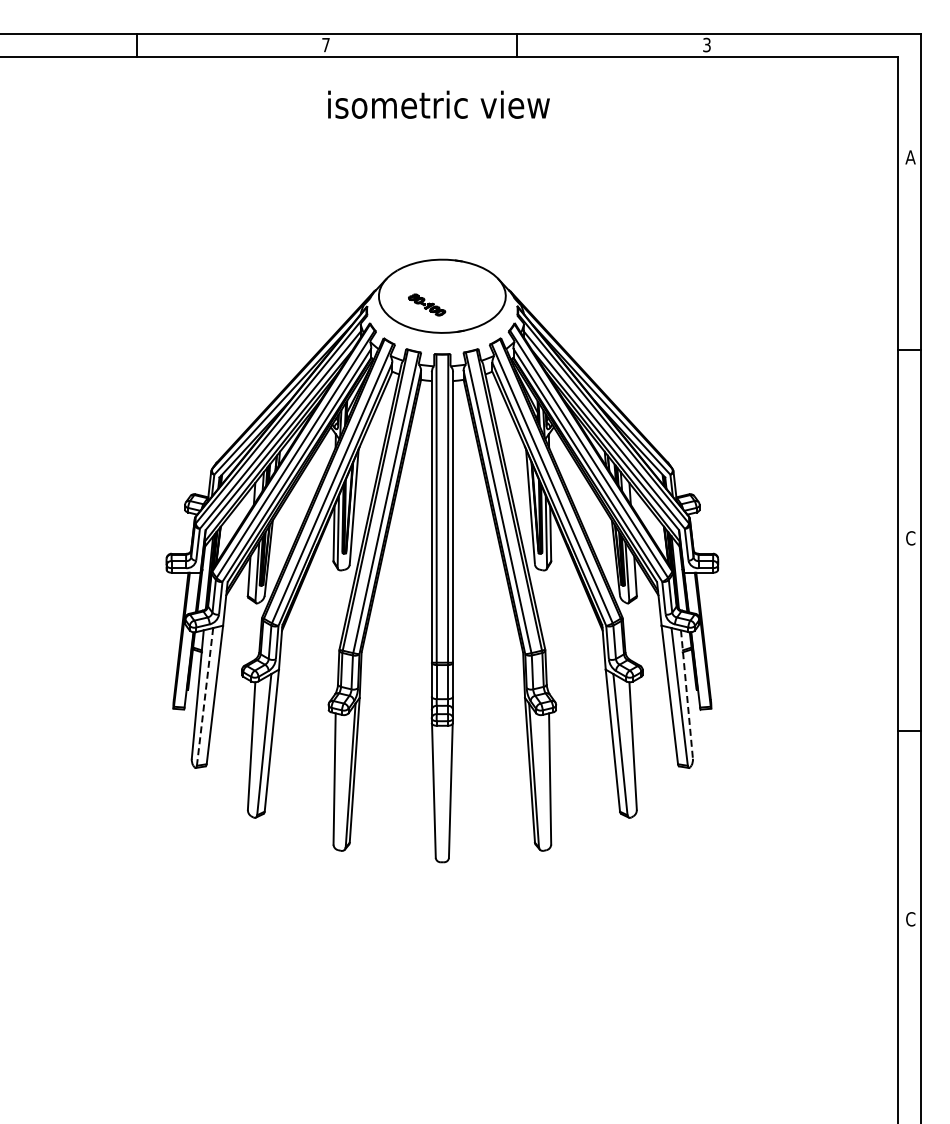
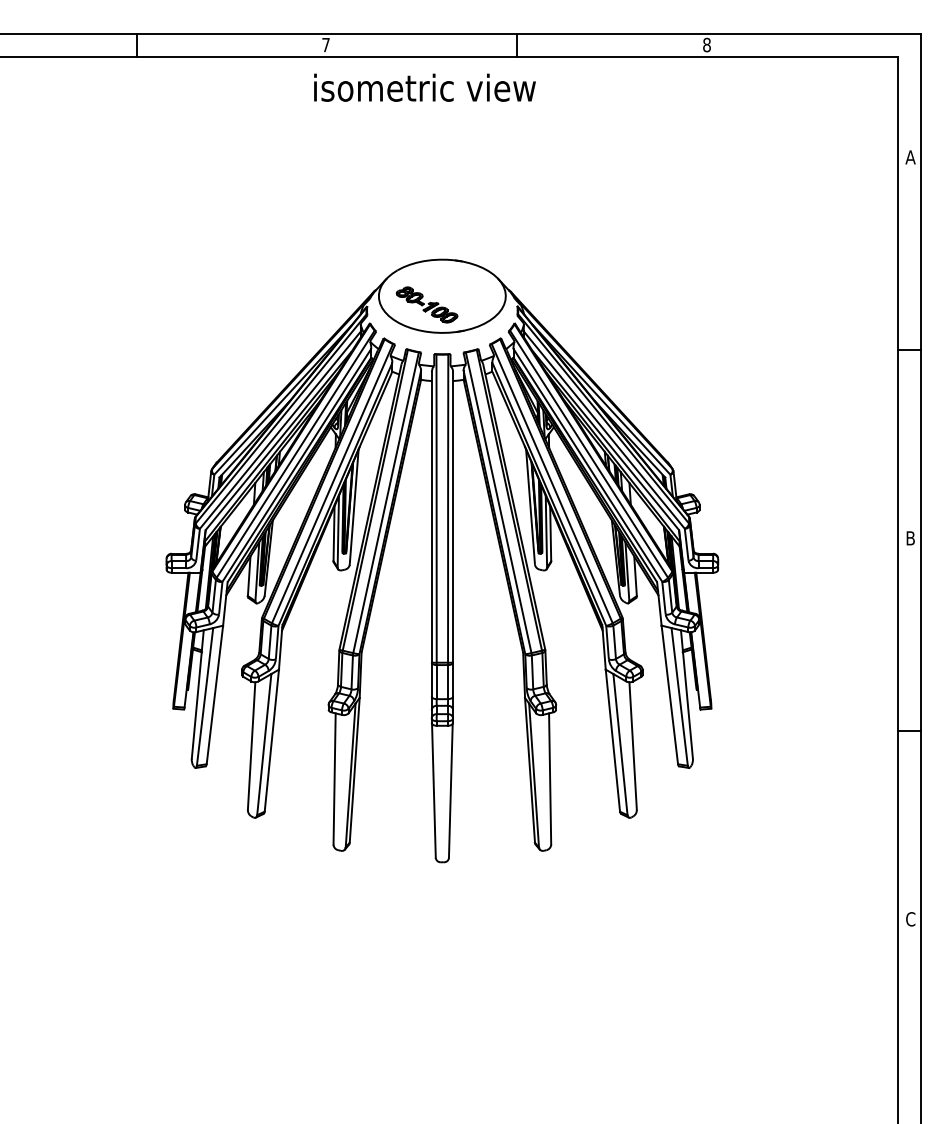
text at (706, 44): 3 -> 8
text at (438, 104) position: (438, 104) -> (424, 87)
part at (427, 304) size: 39x24 px -> 64x38 px
text at (910, 538): C -> B
line at (686, 694): dashed -> solid
line at (205, 697): dashed -> solid
